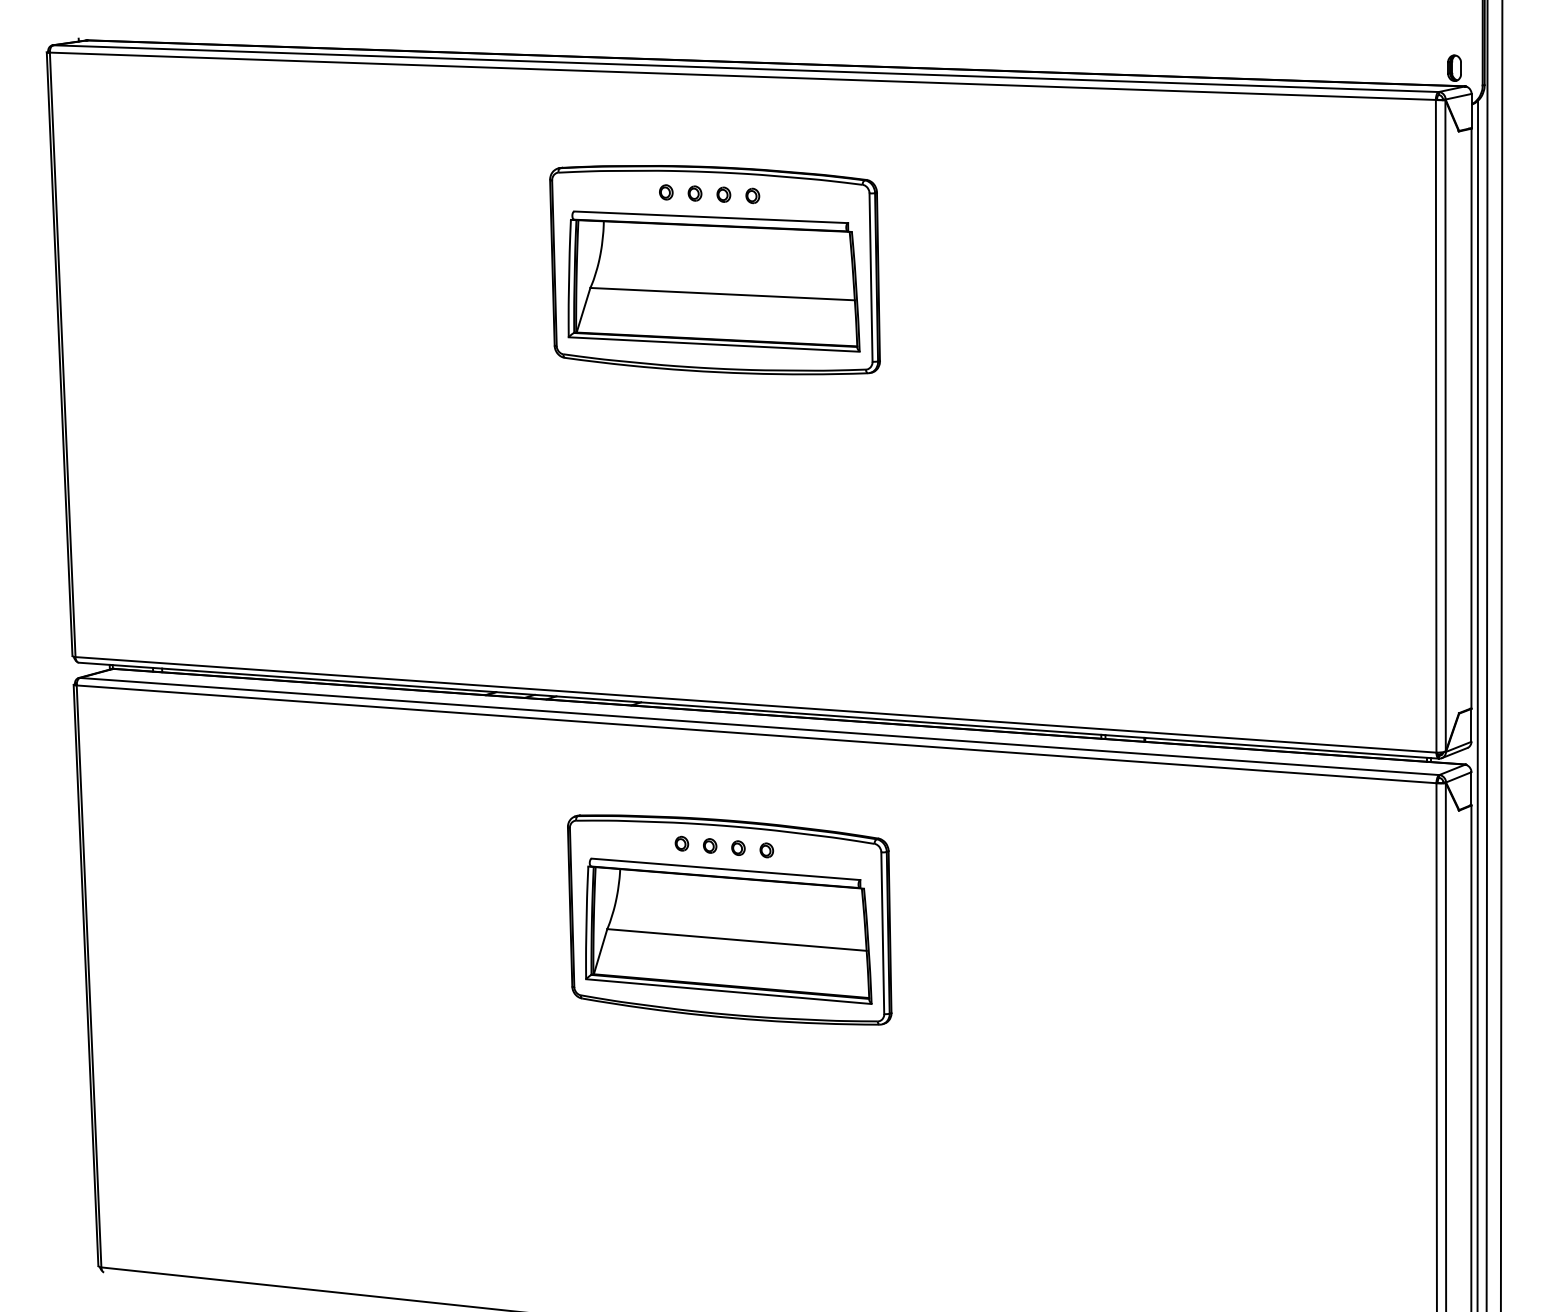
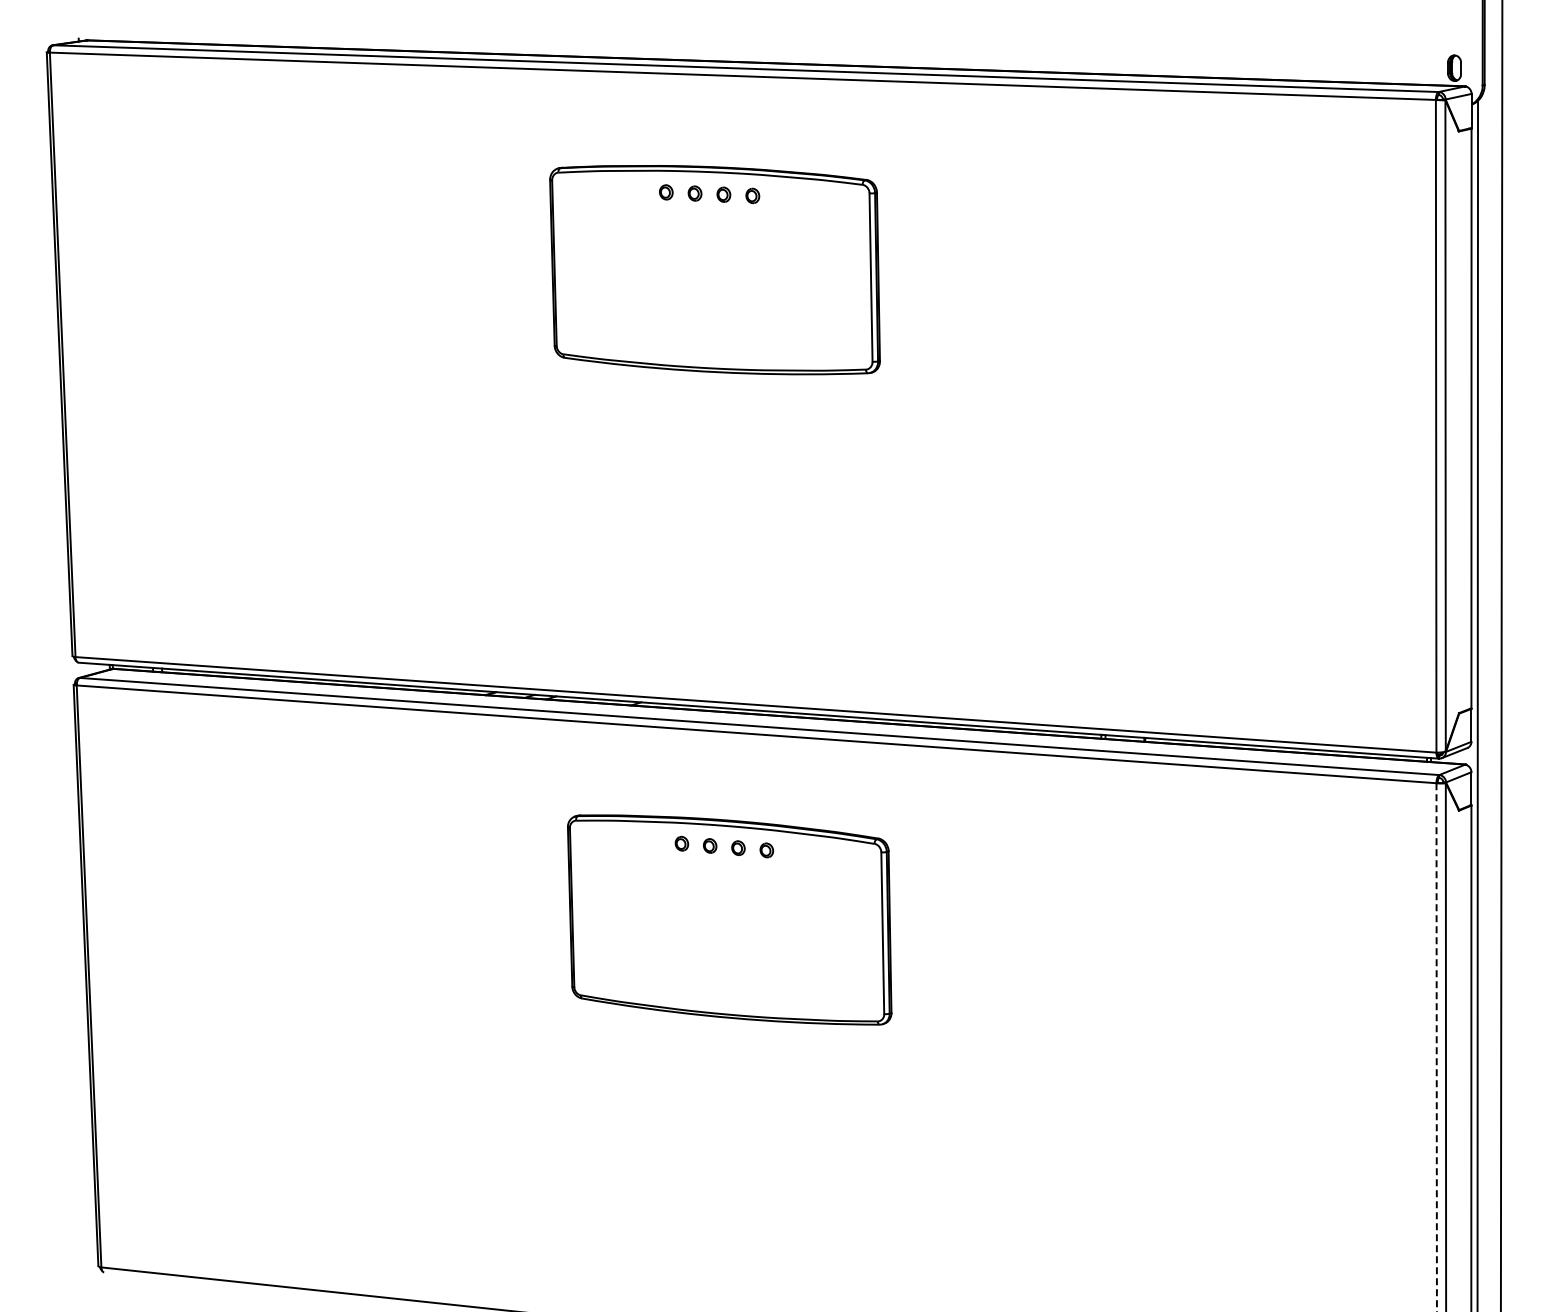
part at (713, 281): present -> none
line at (1486, 655): present -> none
part at (728, 930): present -> none
line at (1436, 1047): solid -> dashed
